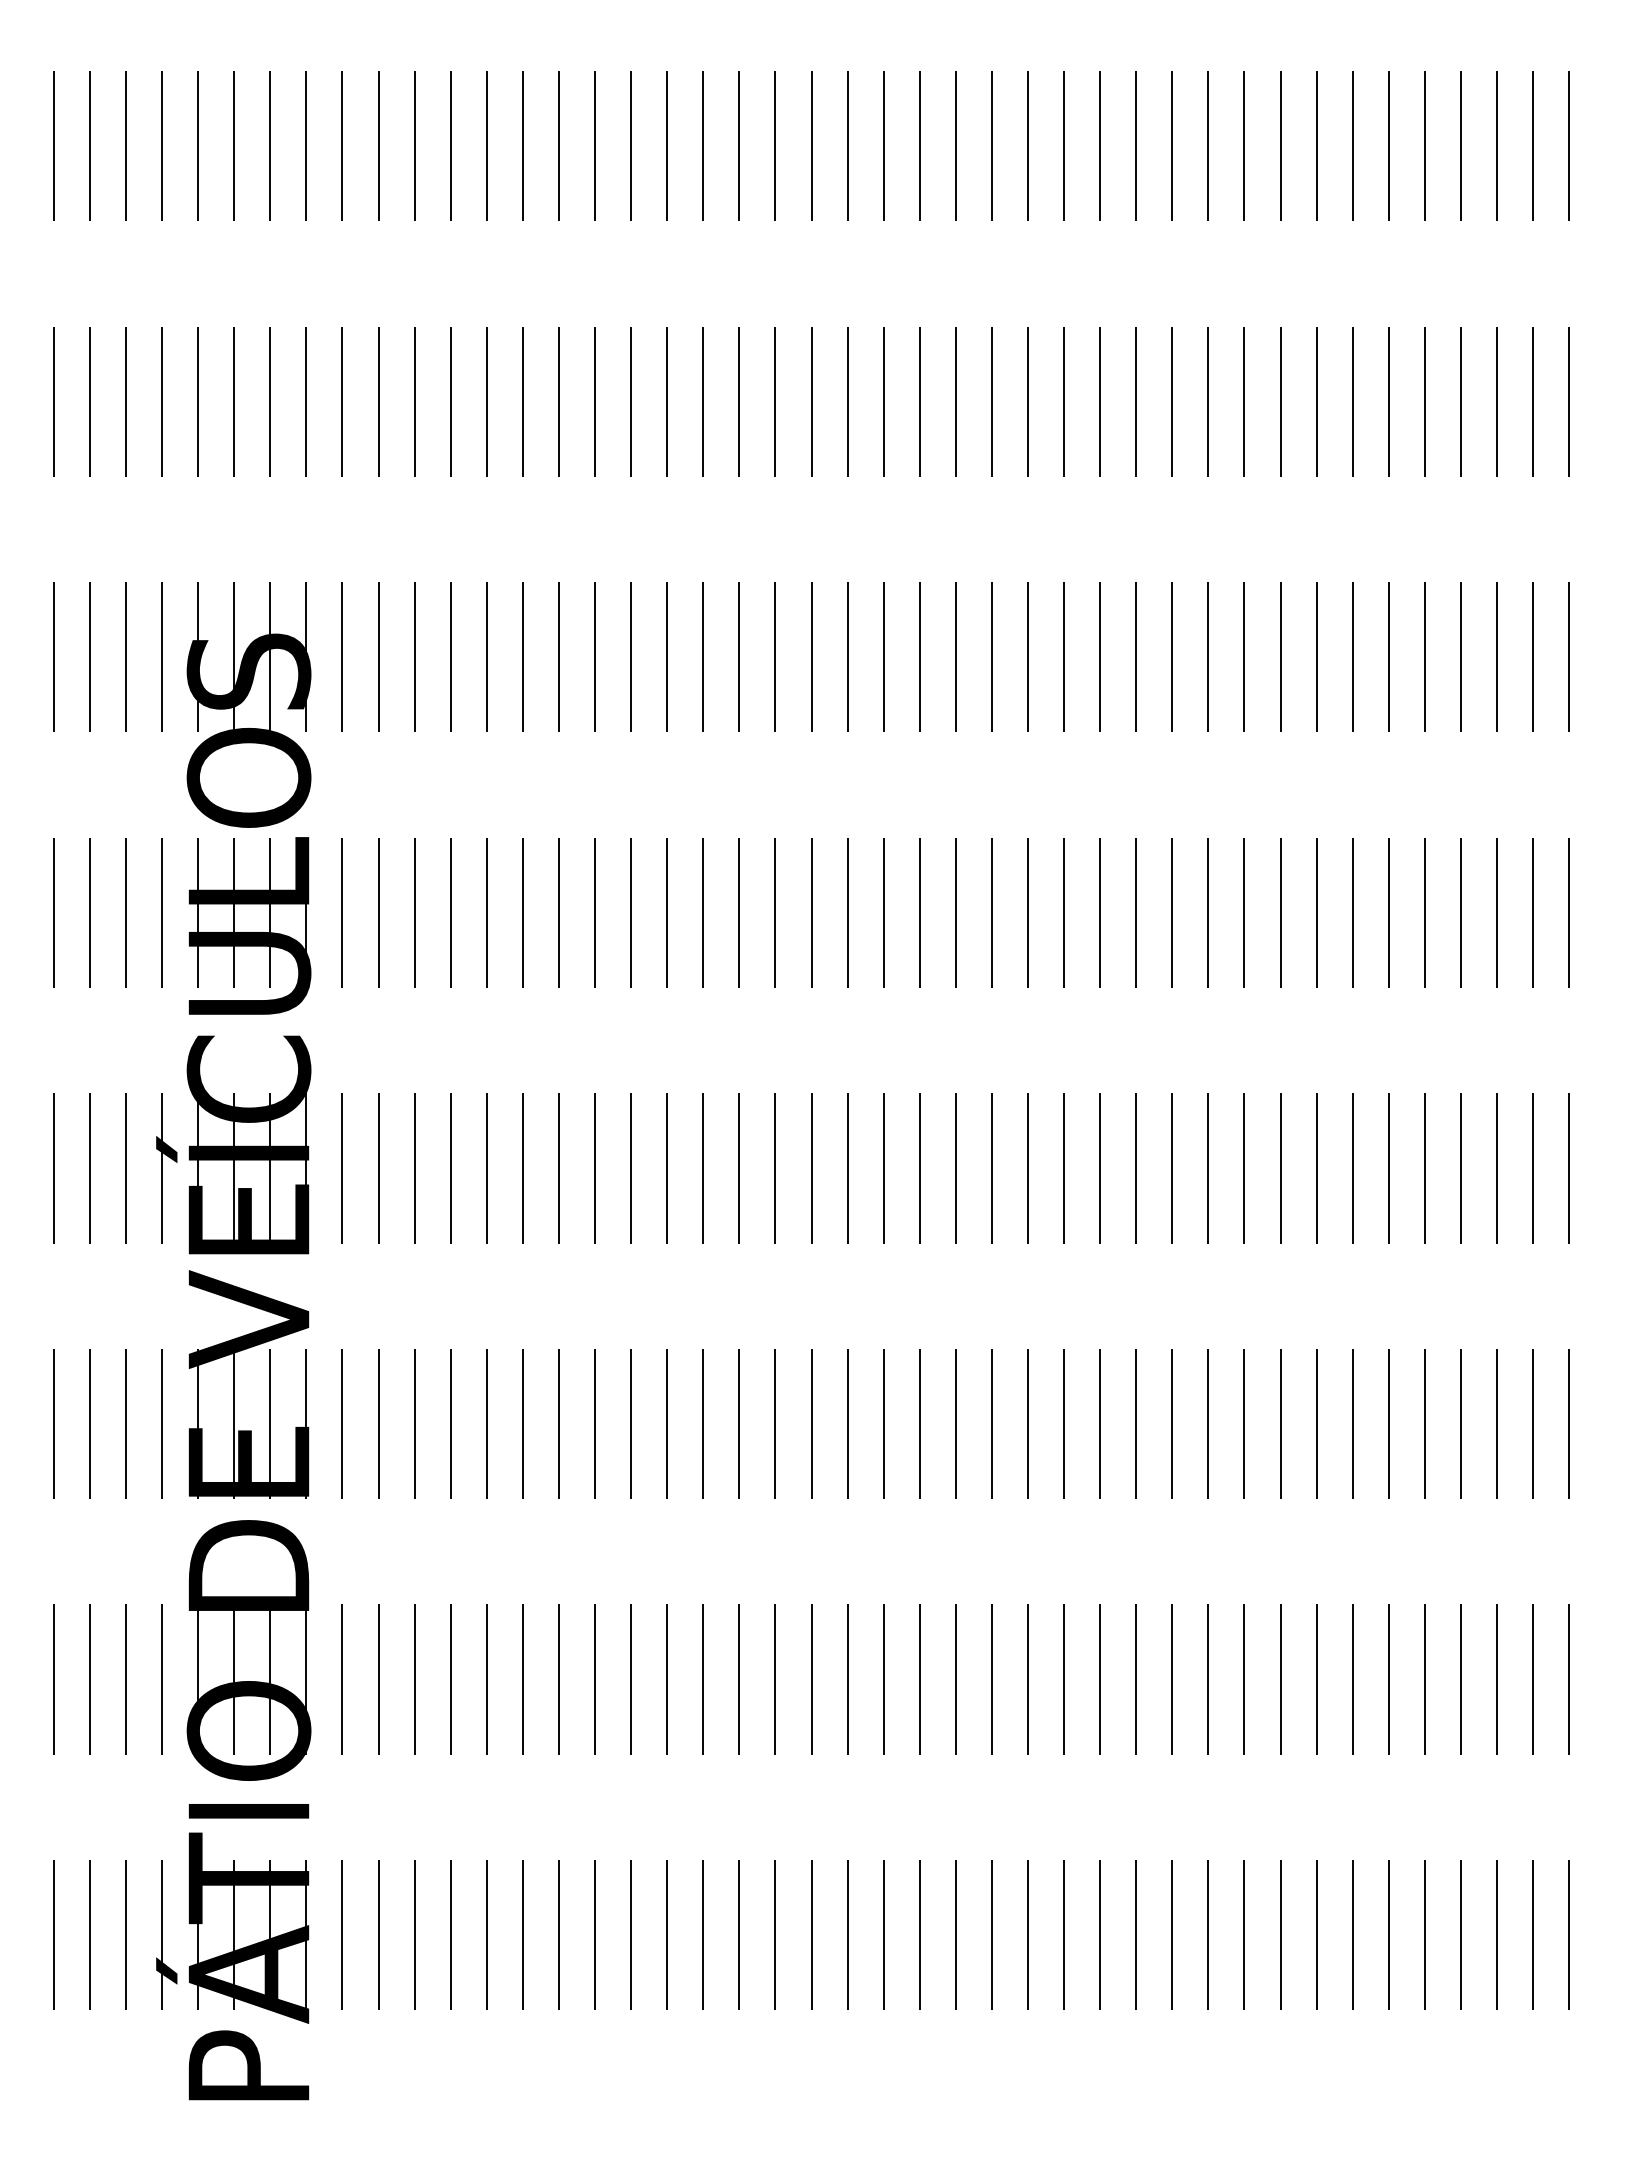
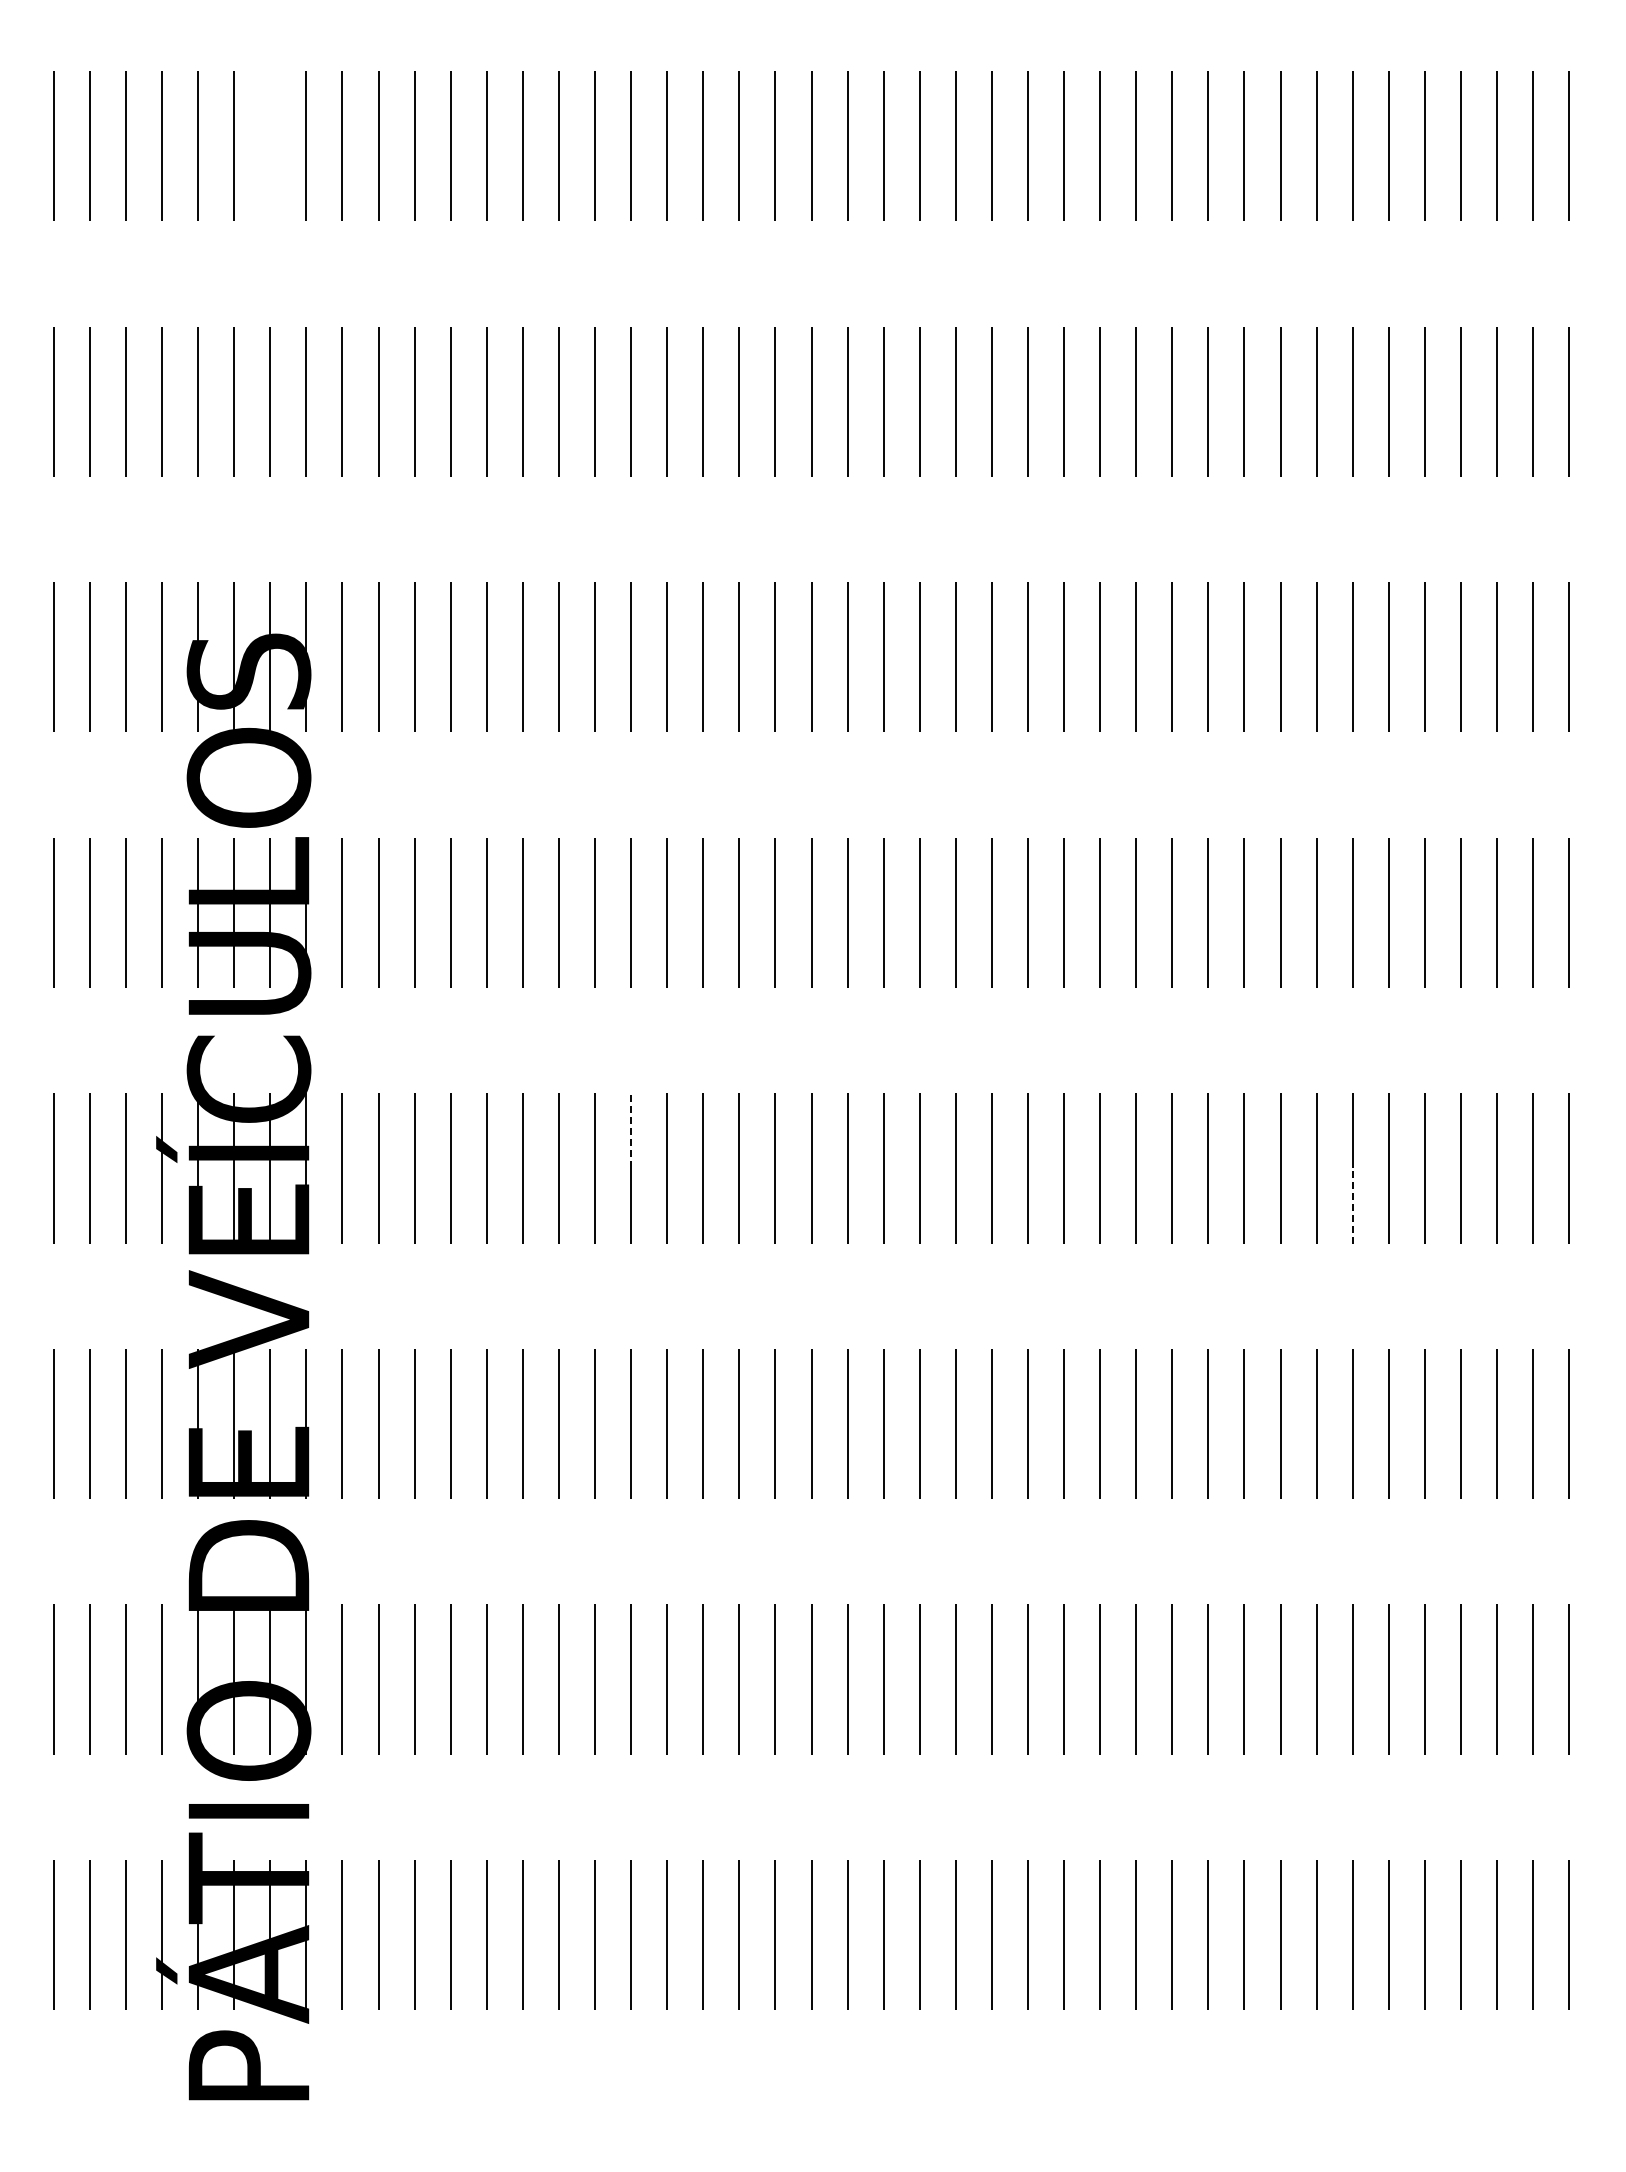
line at (269, 145): present -> none
line at (631, 1130): solid -> dashed
line at (1352, 1205): solid -> dashed
